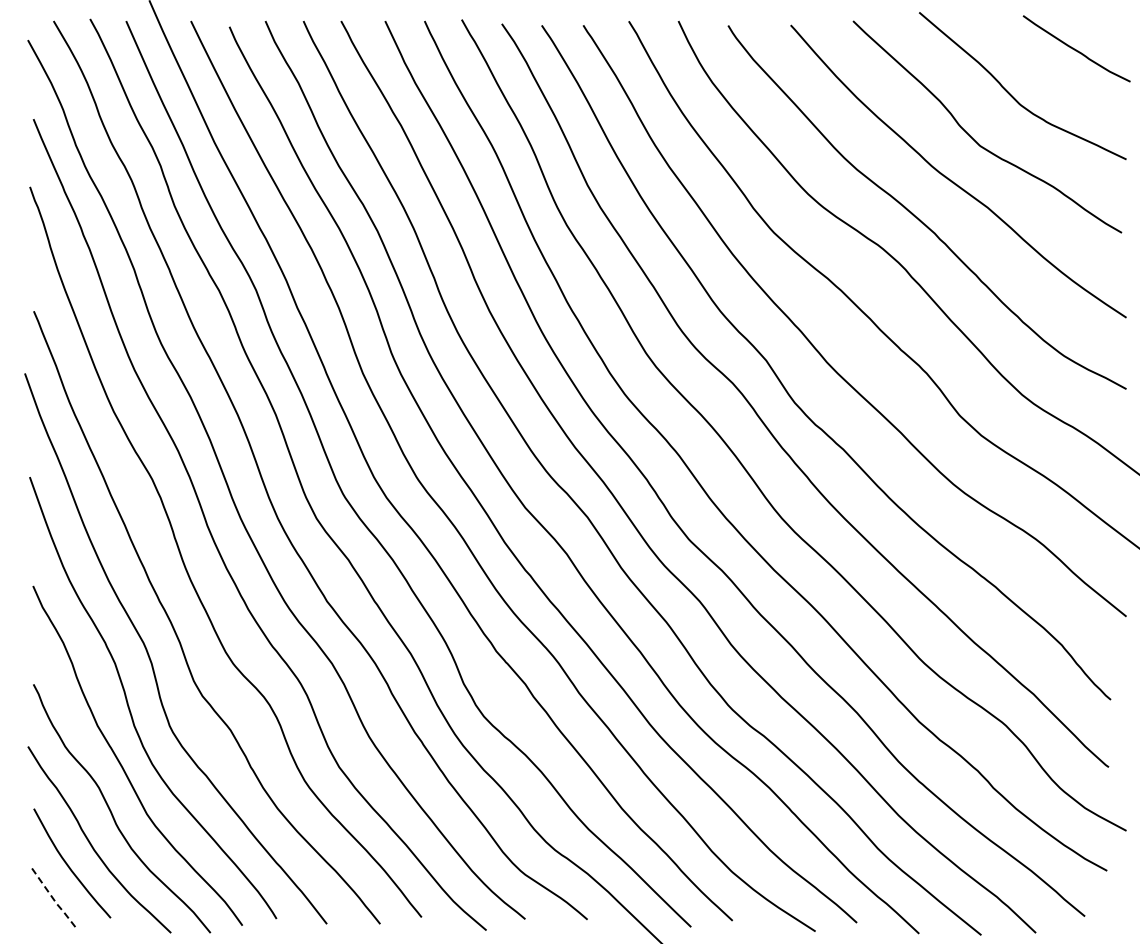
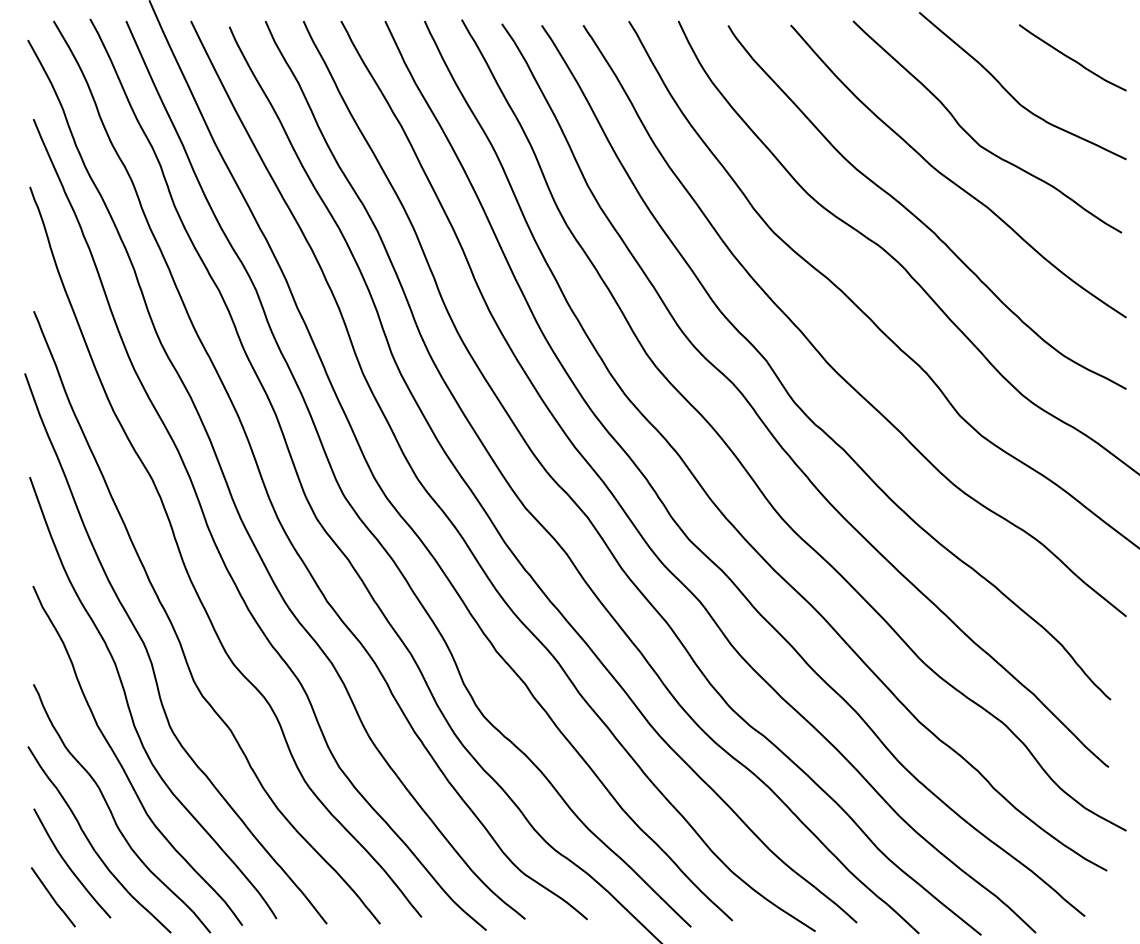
curve at (1076, 49) position: (1076, 49) -> (1072, 58)
line at (53, 898): dashed -> solid
